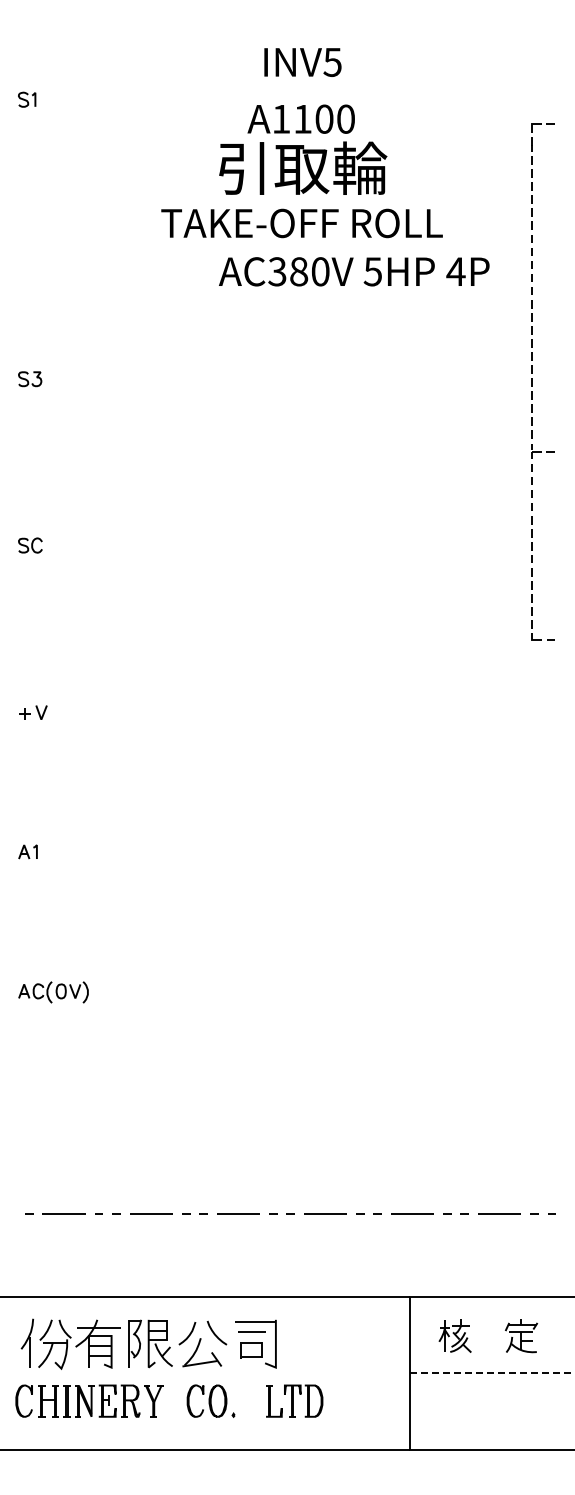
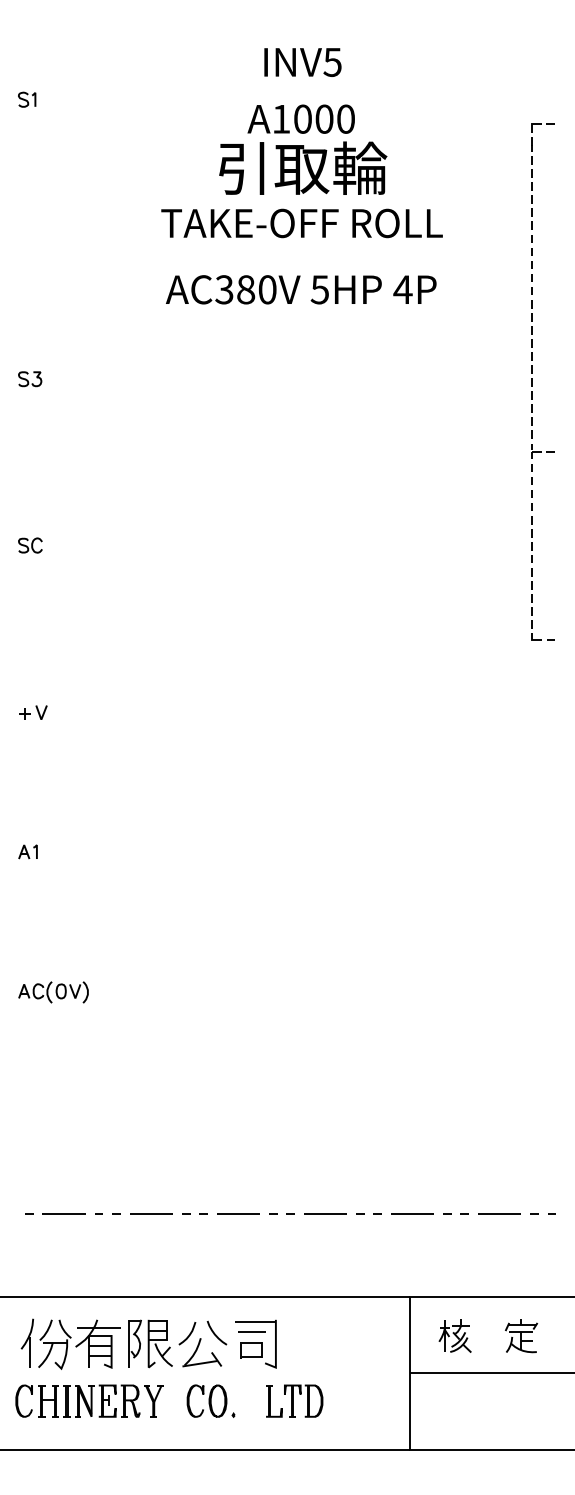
text at (302, 118): A1100 -> A1000
text at (354, 271) position: (354, 271) -> (301, 289)
line at (492, 1373): dashed -> solid
